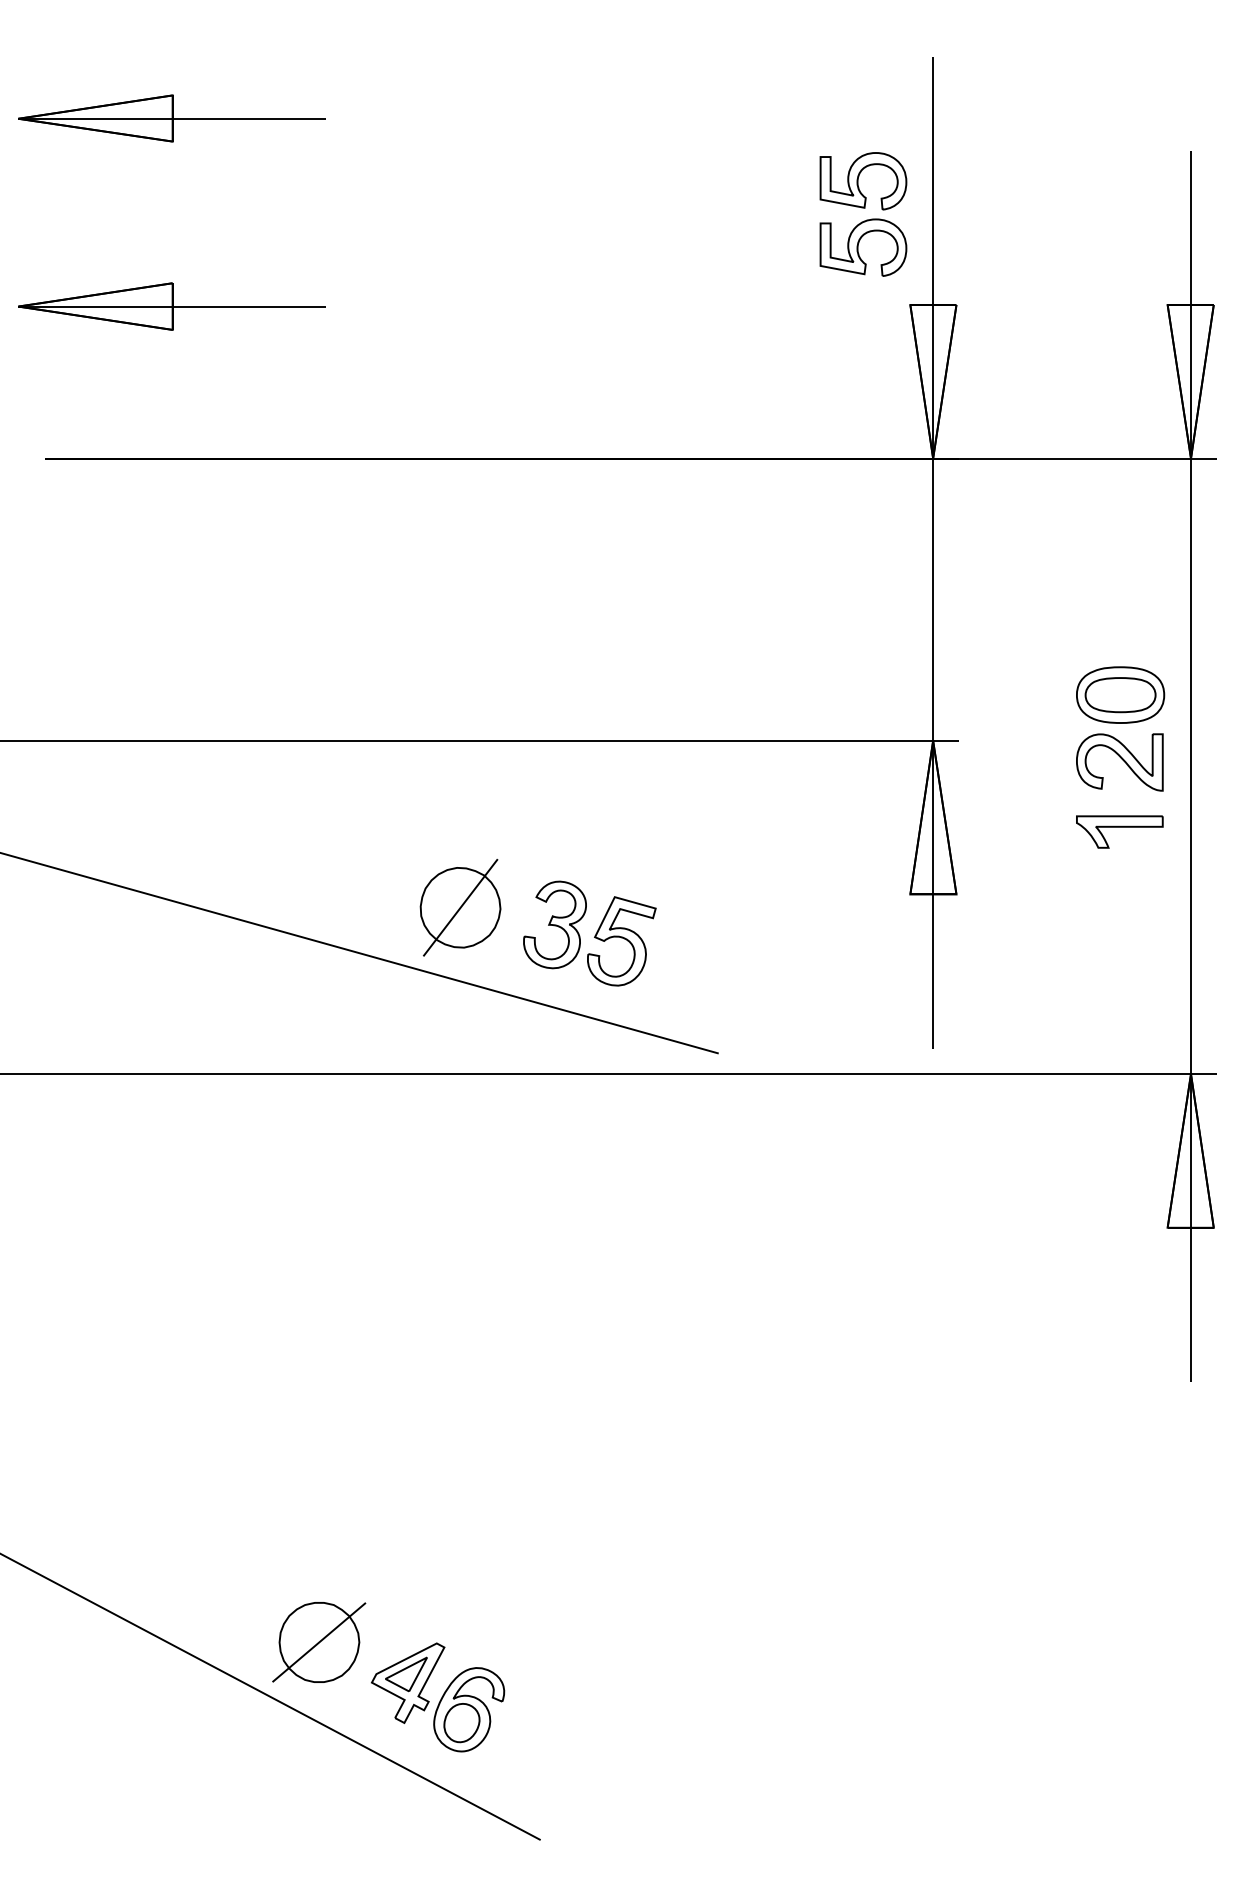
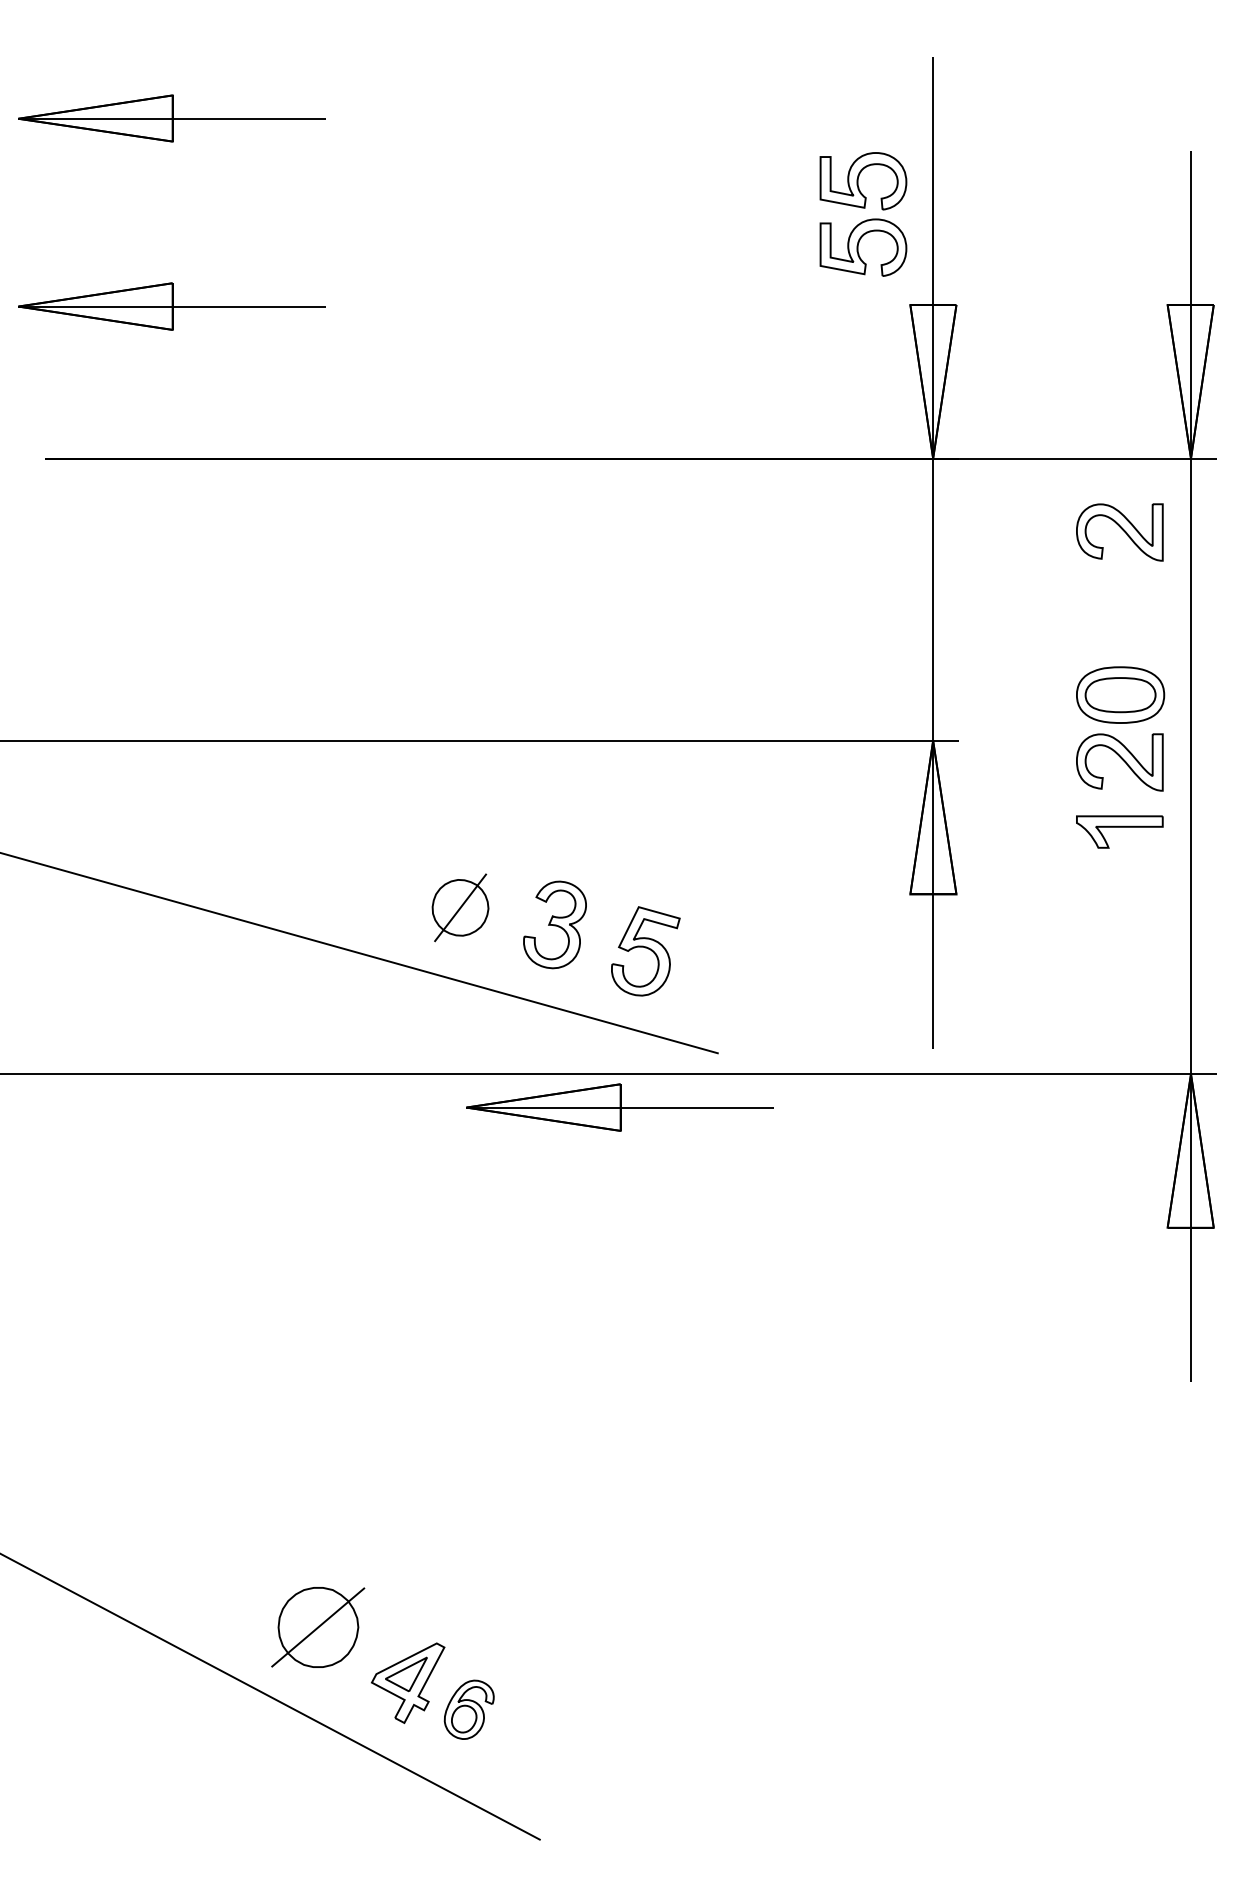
part at (1119, 532): none -> present
part at (460, 907) size: 83x98 px -> 59x70 px
part at (621, 941) position: (621, 941) -> (645, 951)
part at (619, 1107): none -> present
part at (319, 1642) position: (319, 1642) -> (318, 1627)
part at (469, 1709) size: 73x86 px -> 52x61 px
